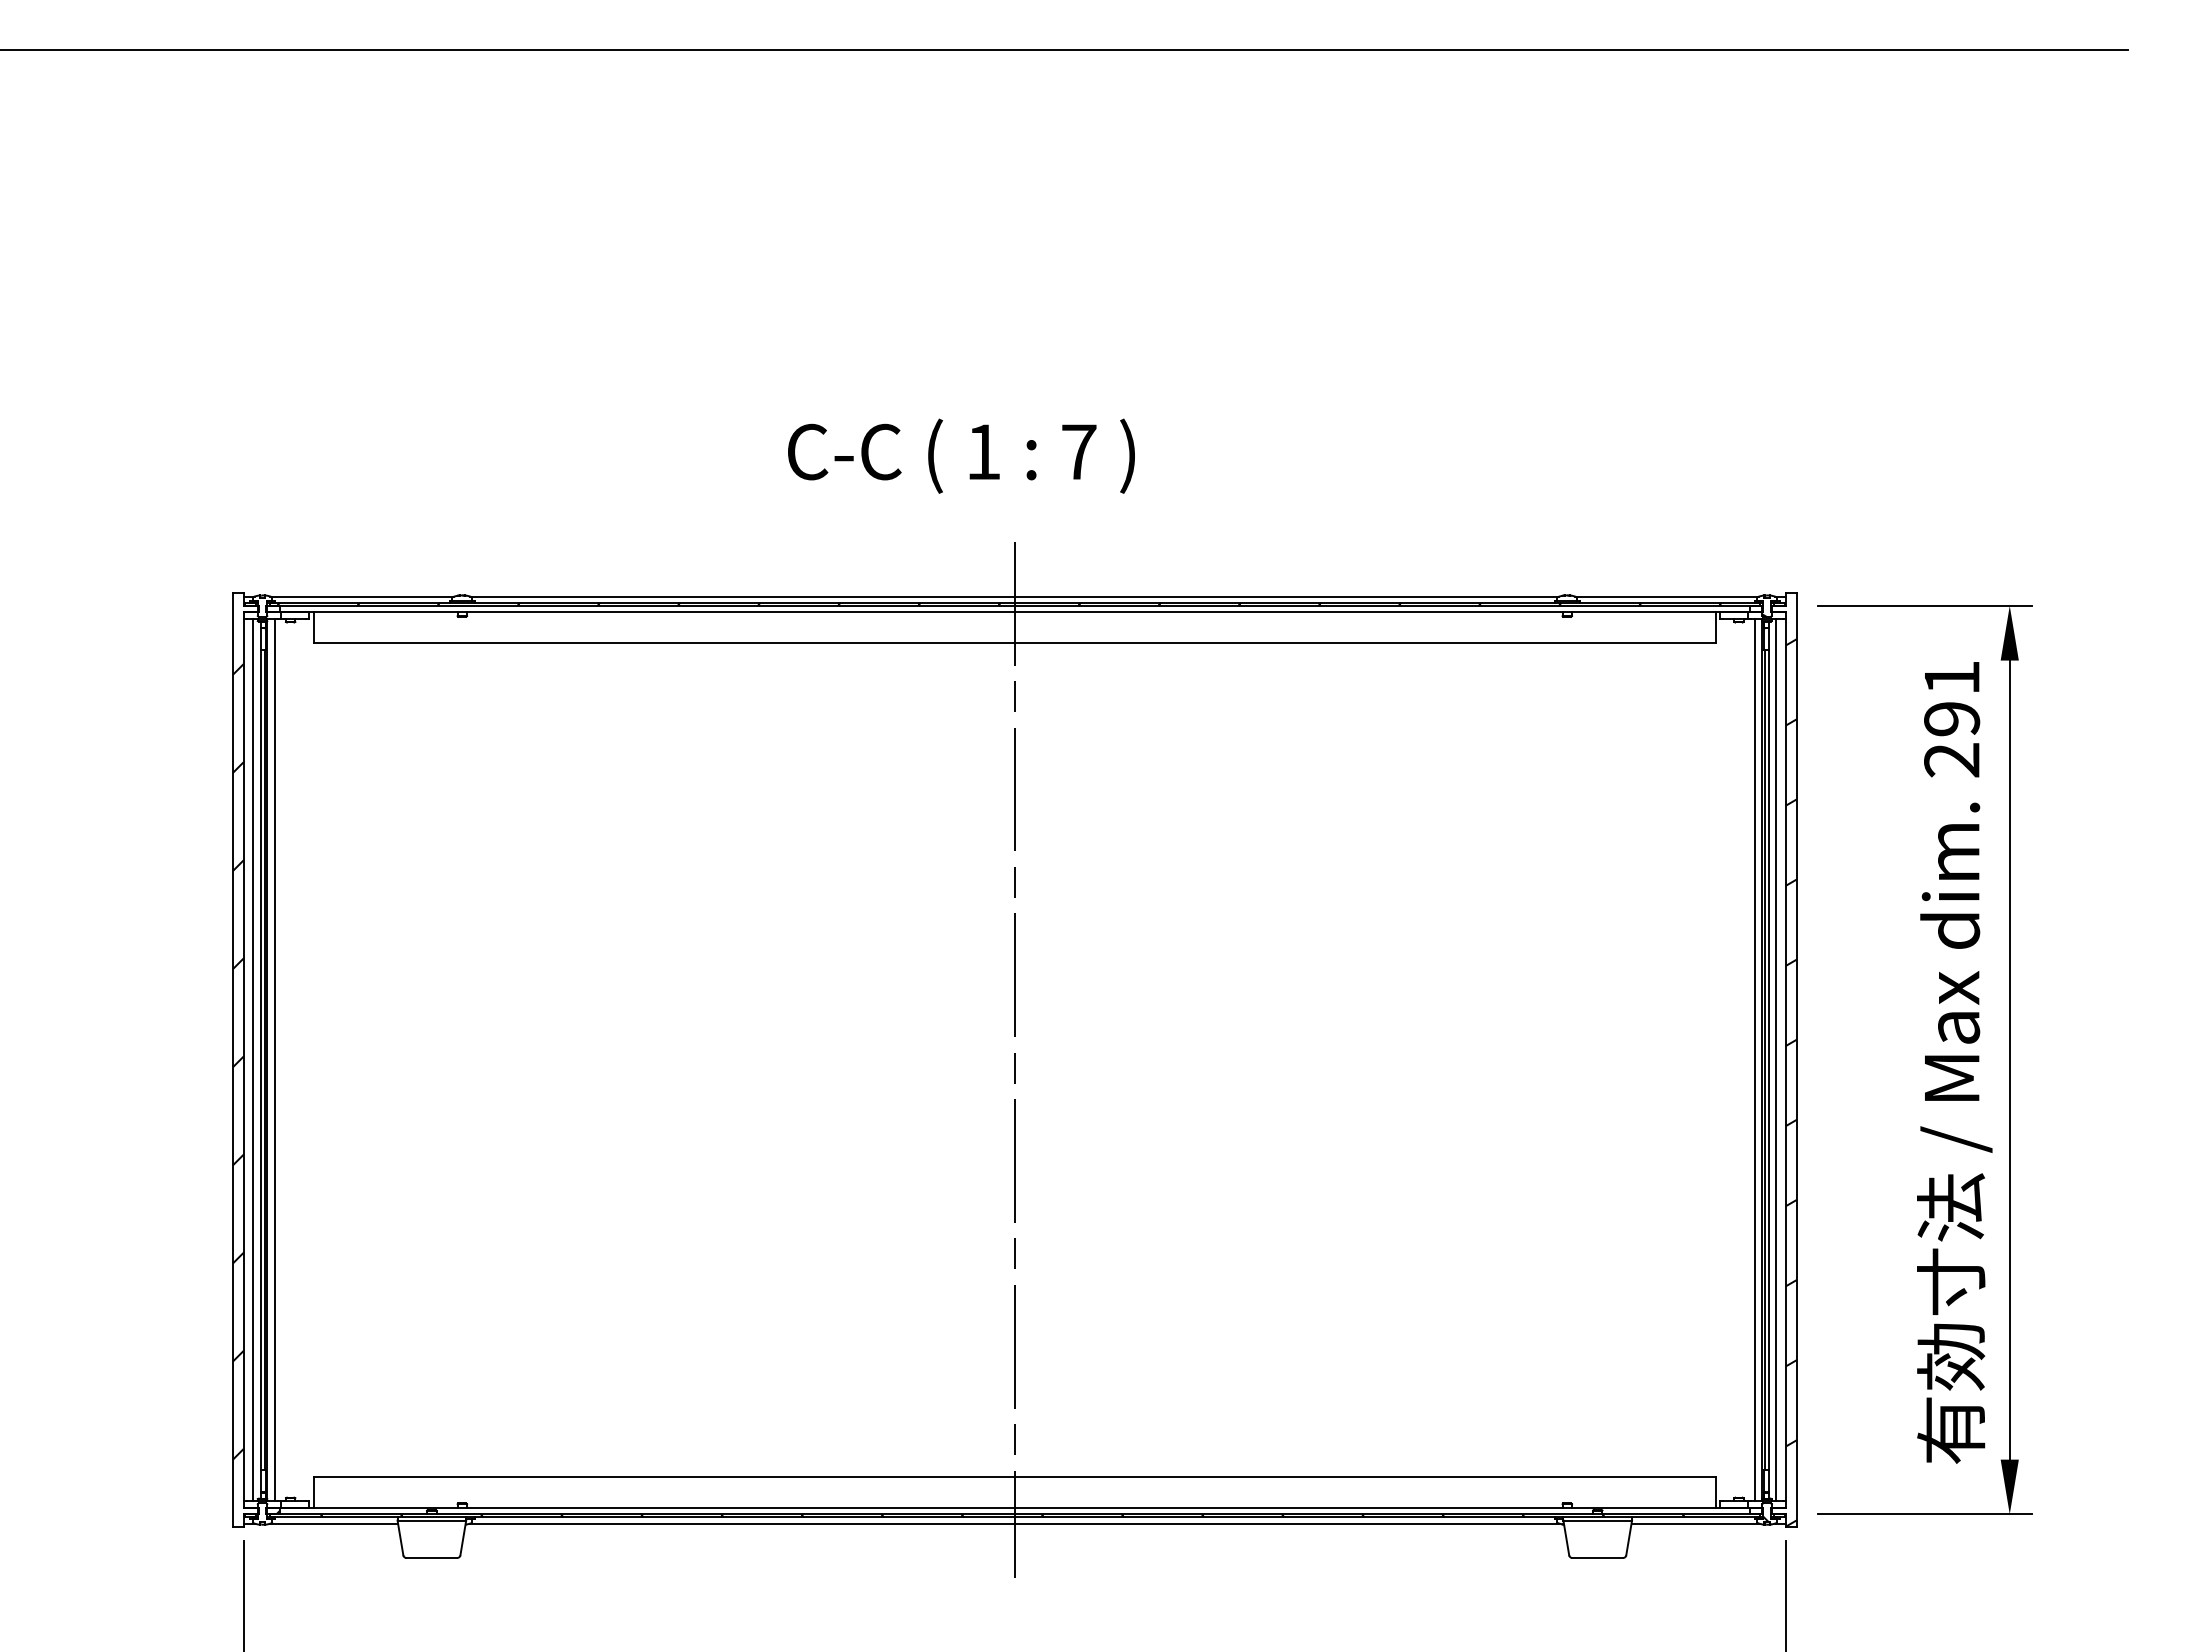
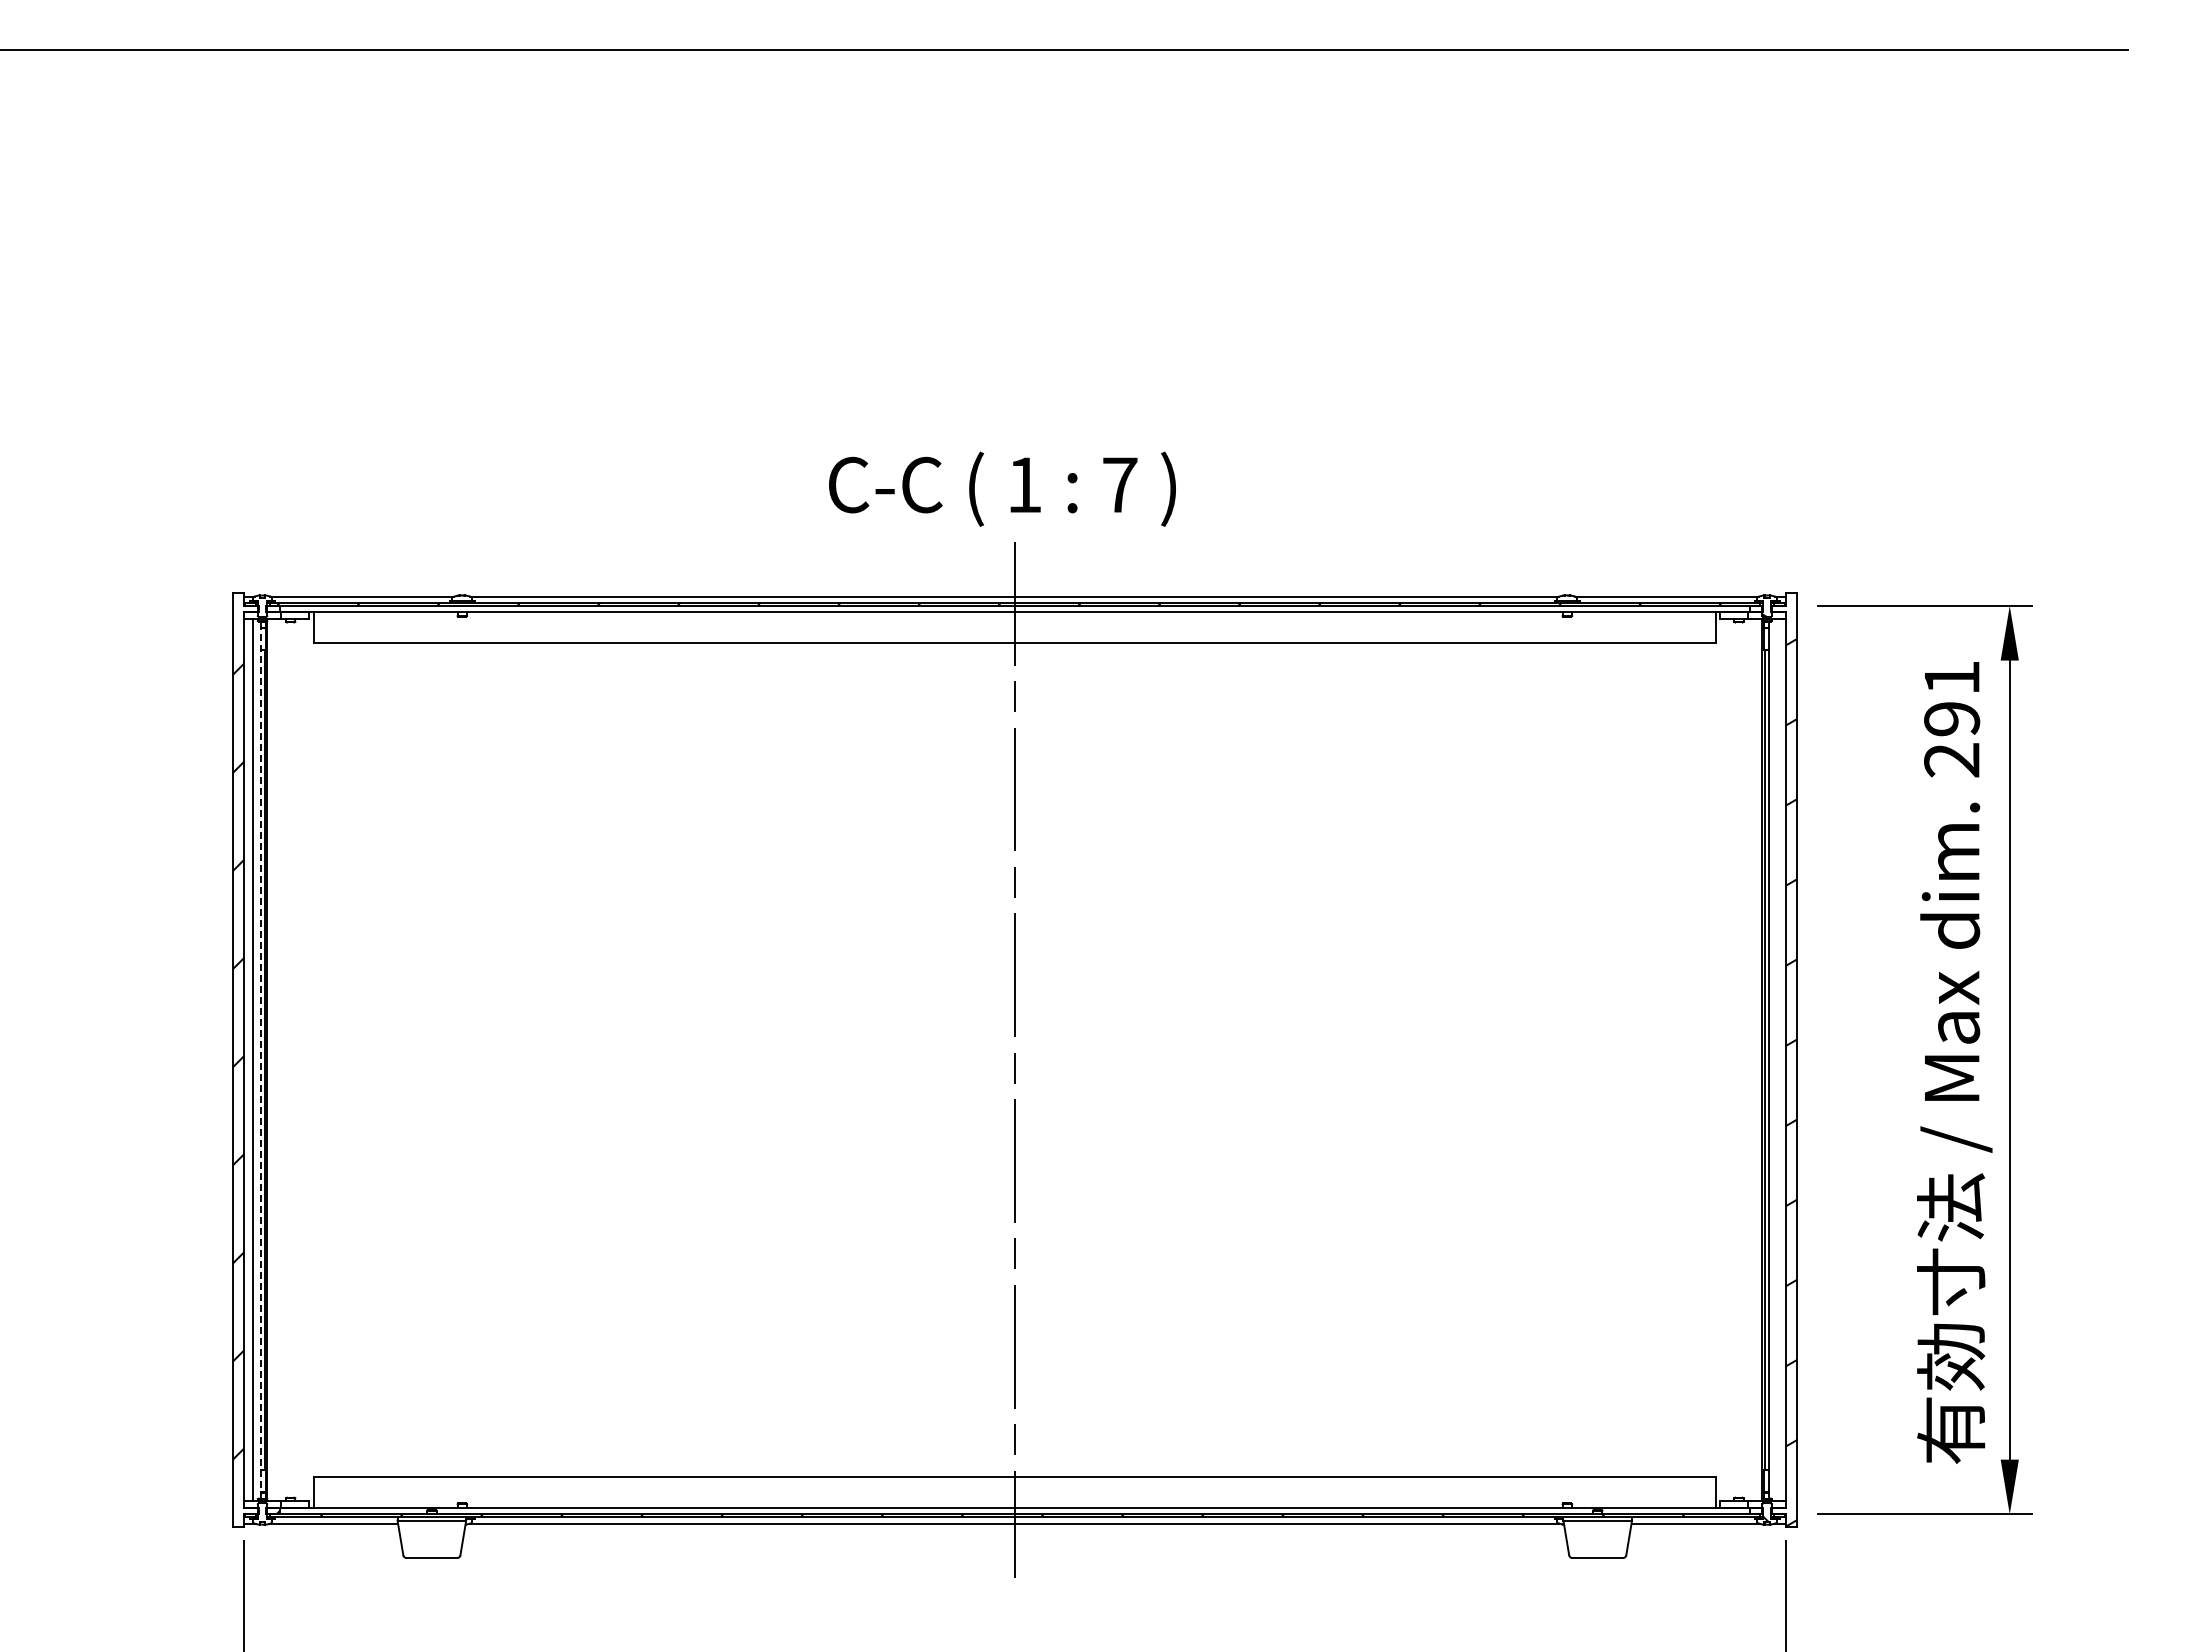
text at (961, 455) position: (961, 455) -> (1002, 488)
line at (275, 1059): present -> none
line at (1754, 1059): present -> none
line at (1776, 1059): present -> none
line at (260, 1060): solid -> dashed
